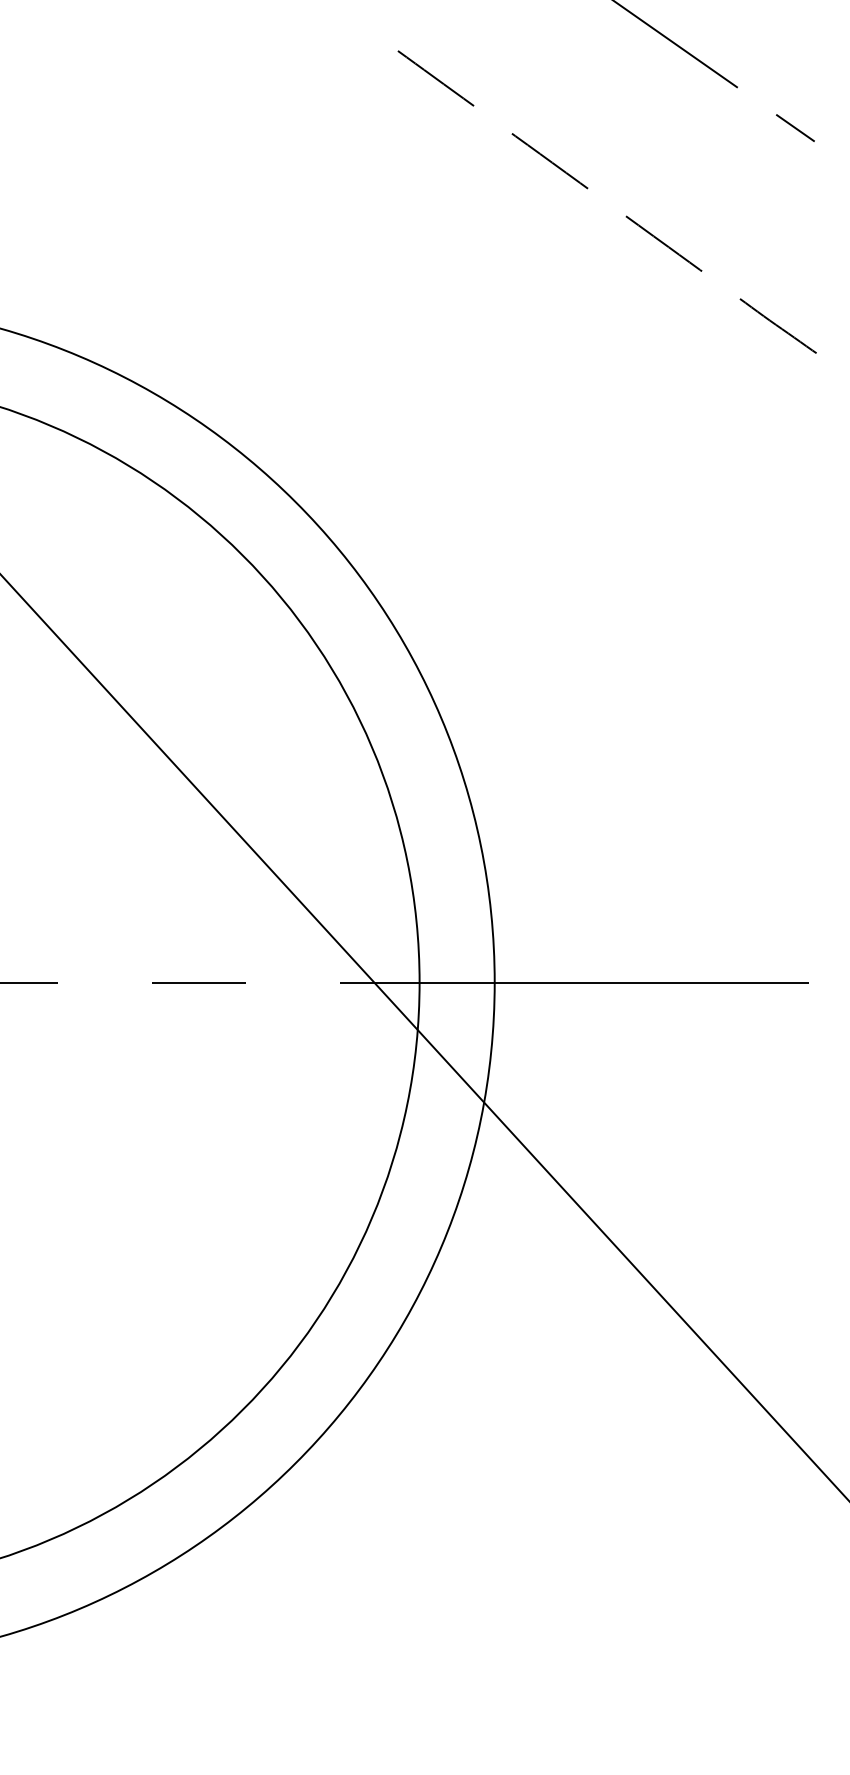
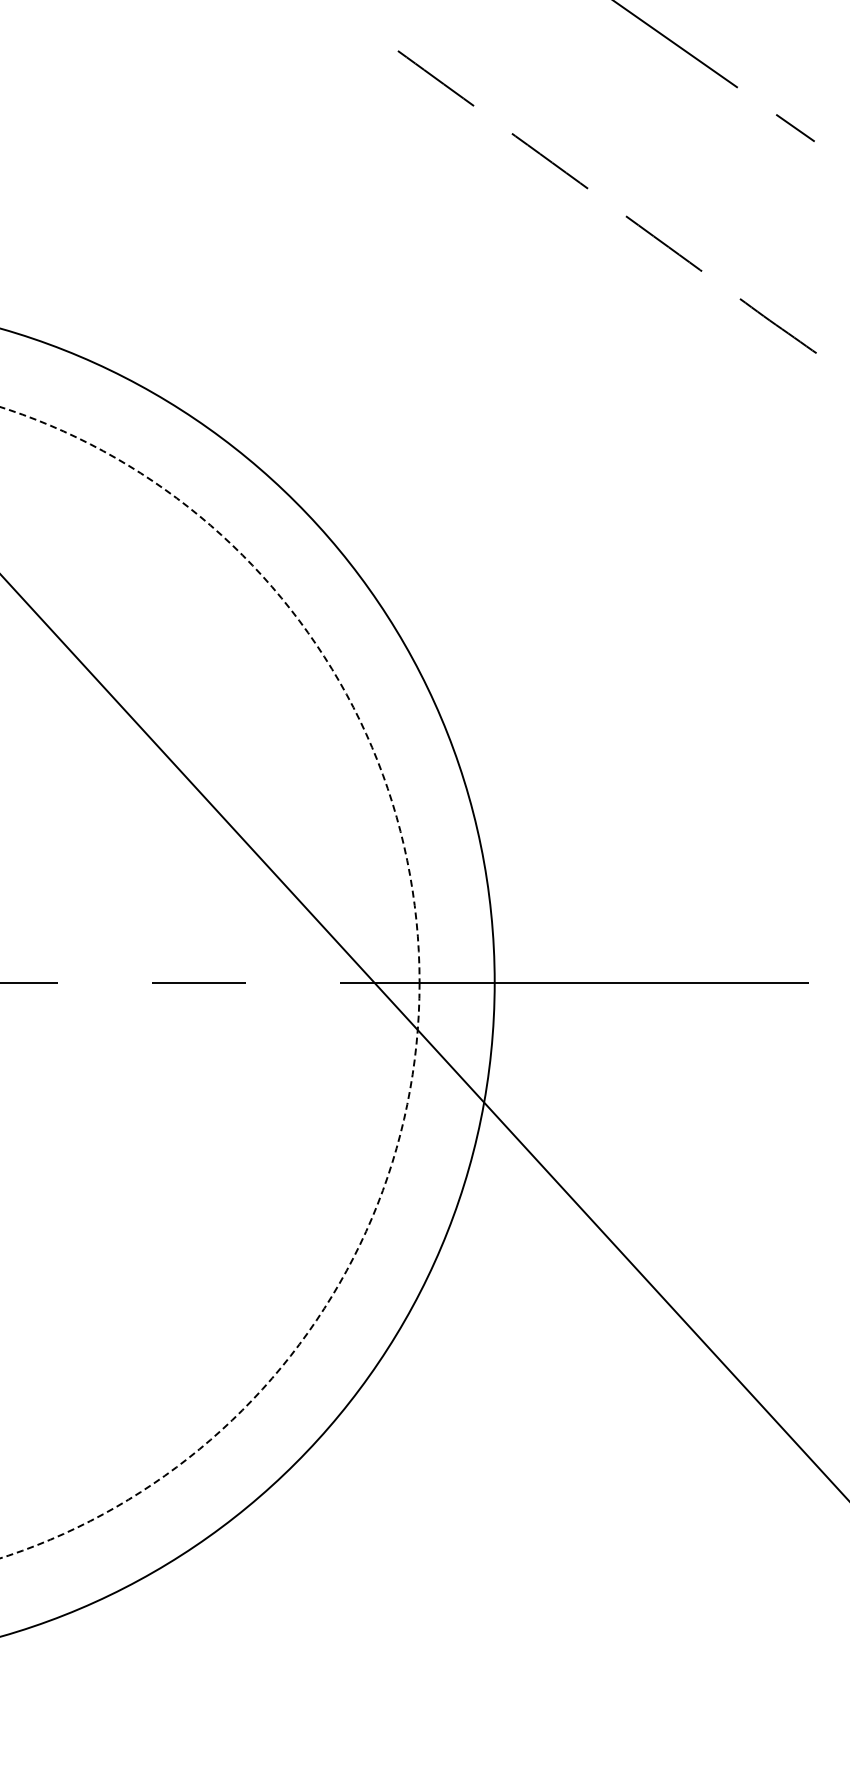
circle at (209, 982): solid -> dashed
